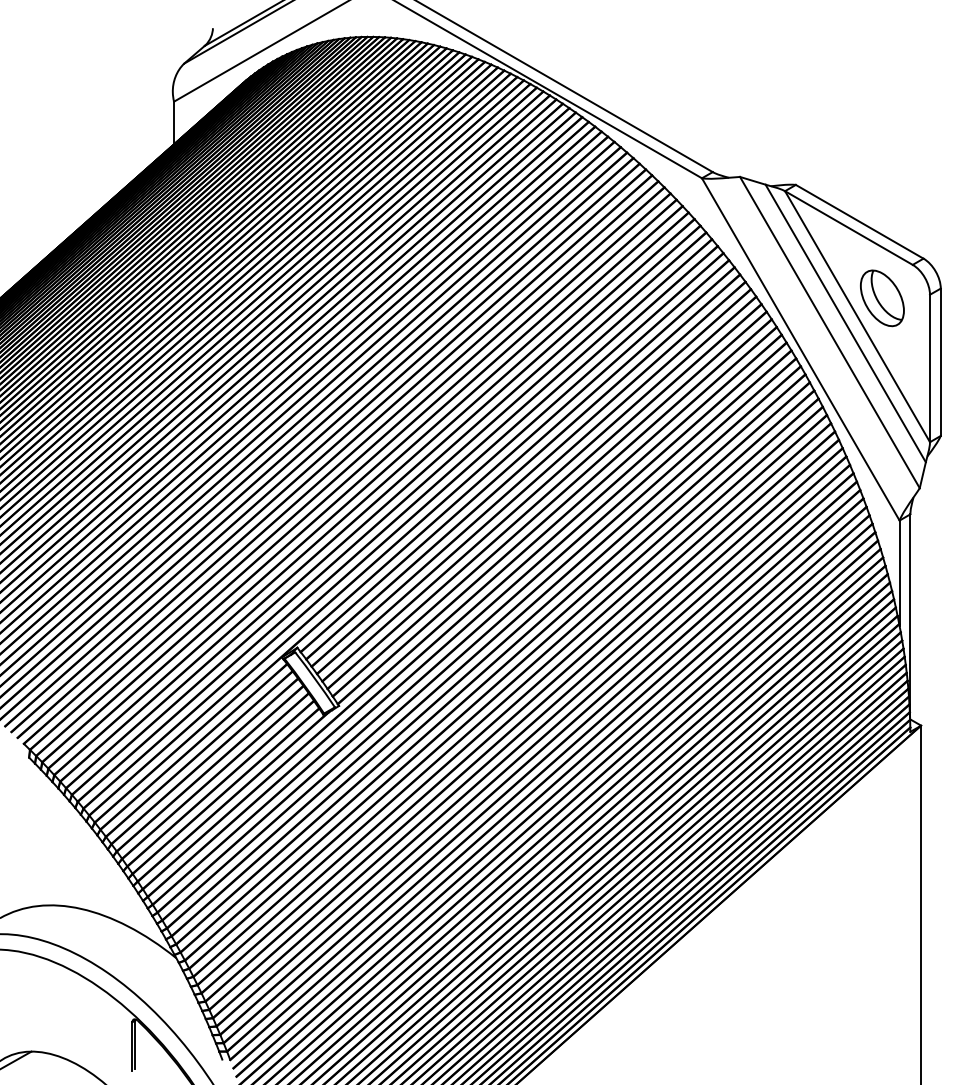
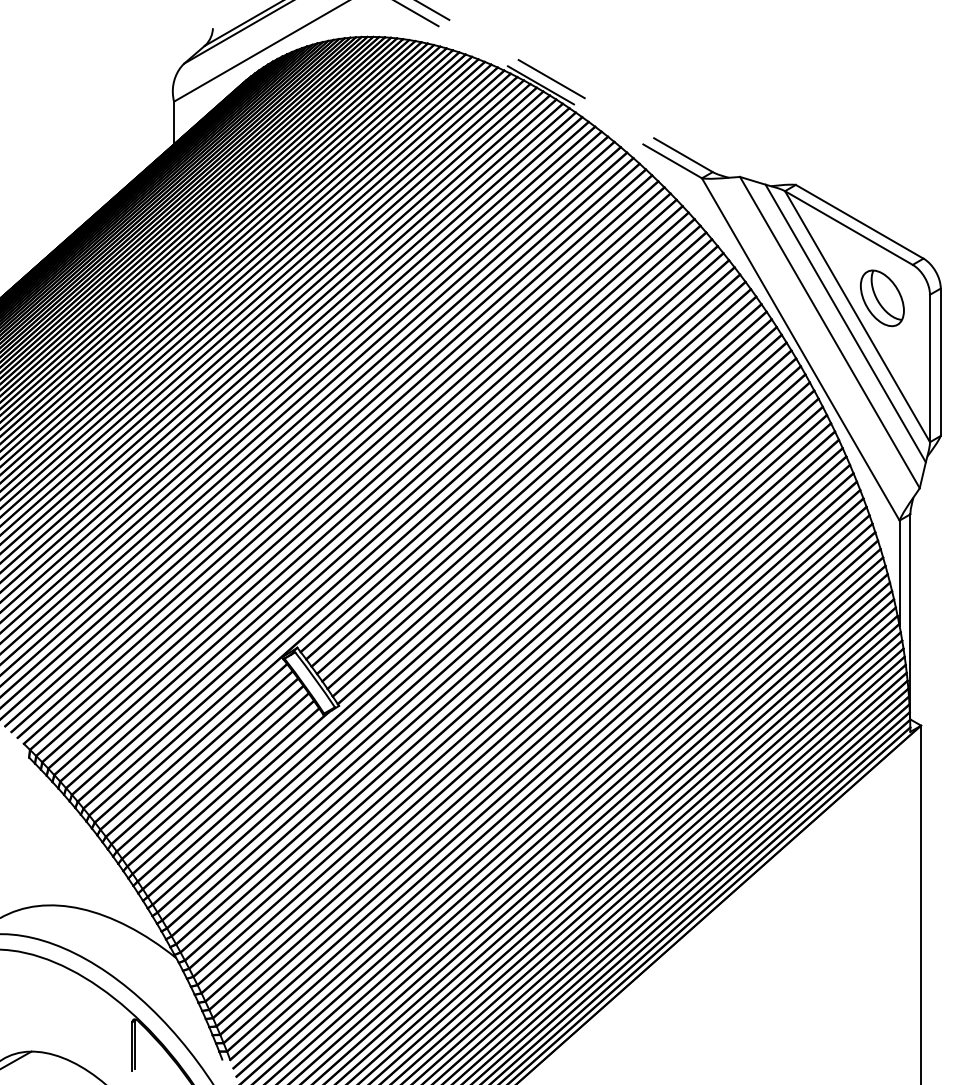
line at (564, 86): solid -> dashed
line at (548, 89): solid -> dashed
